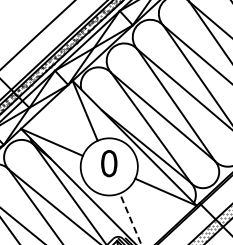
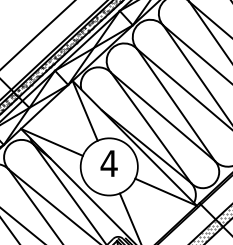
text at (108, 163): 0 -> 4
line at (130, 219): dashed -> solid
